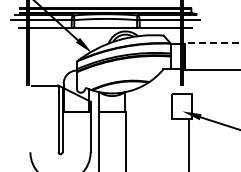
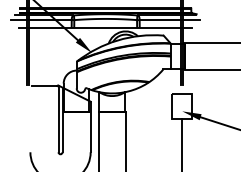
line at (212, 43): dashed -> solid
line at (189, 143) position: (189, 143) -> (182, 143)
